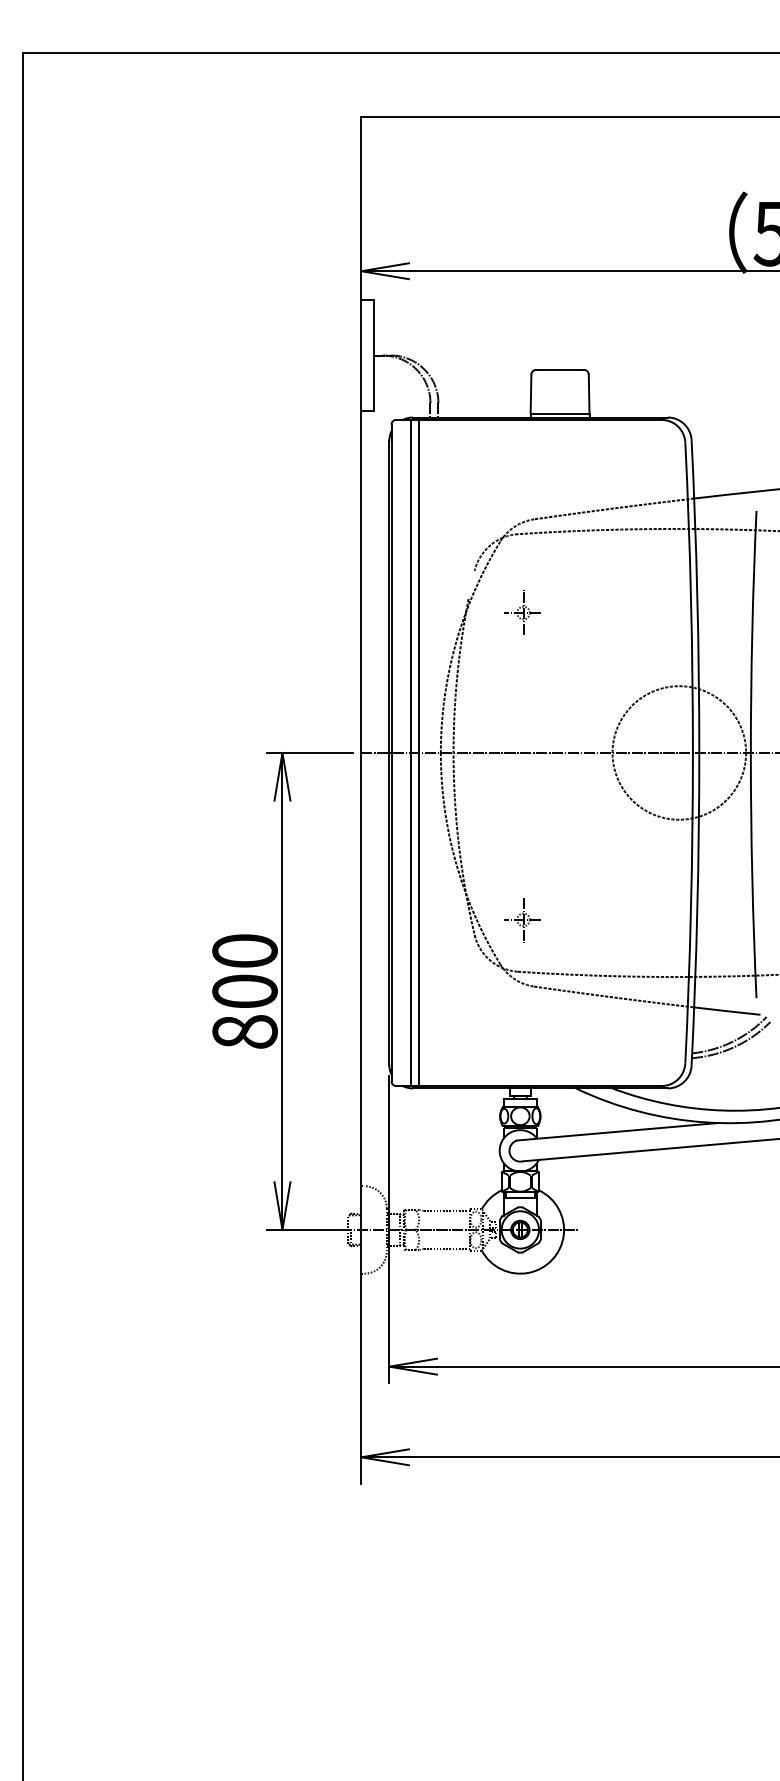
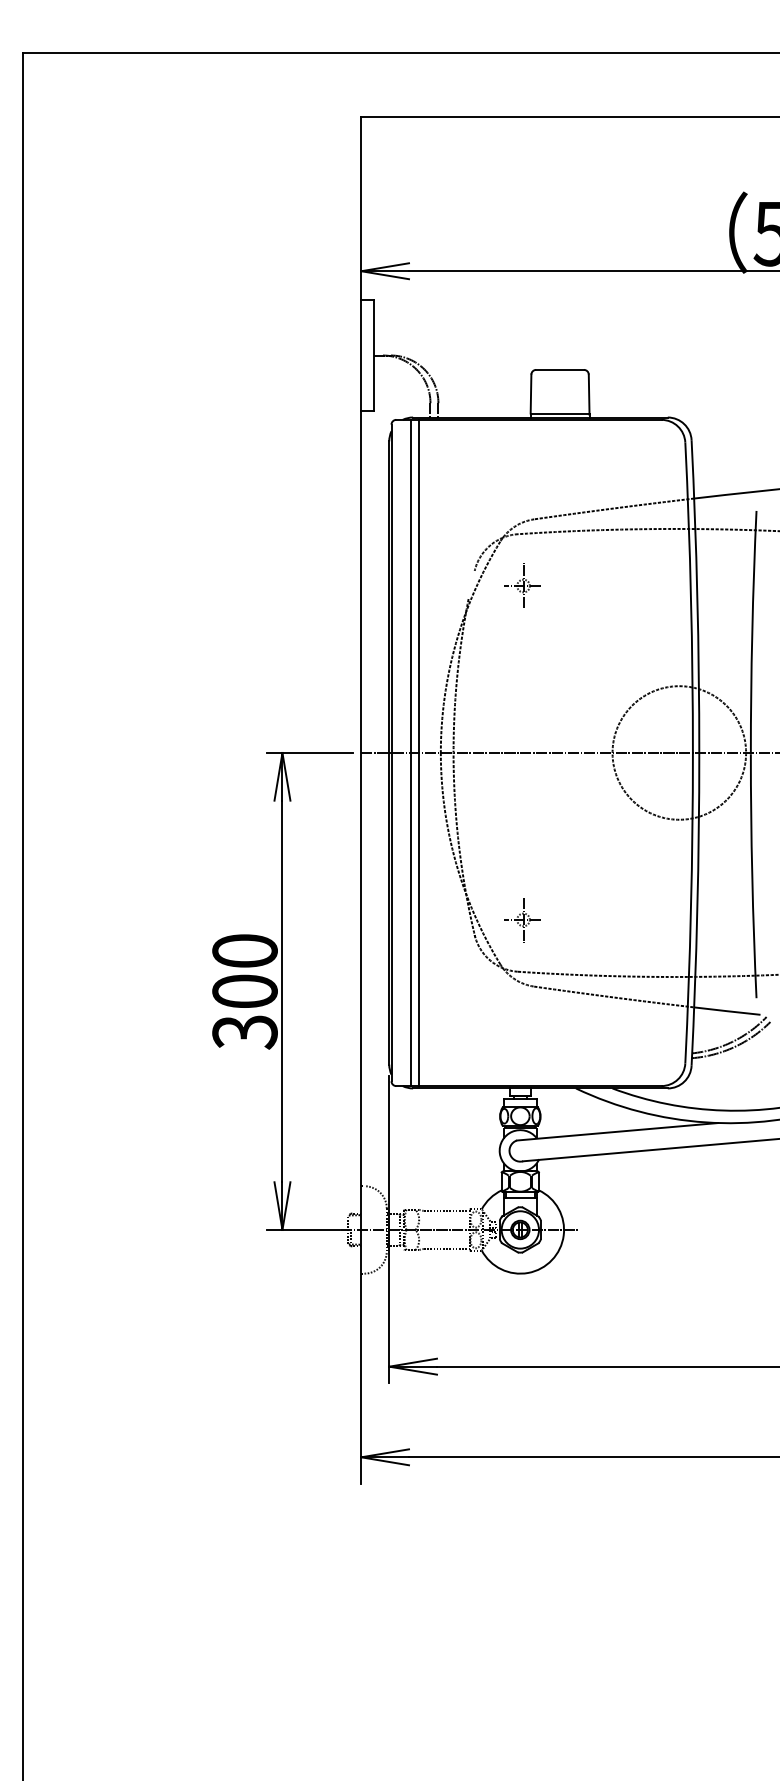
part at (522, 612) position: (522, 612) -> (522, 585)
text at (244, 1032): 800 -> 300
